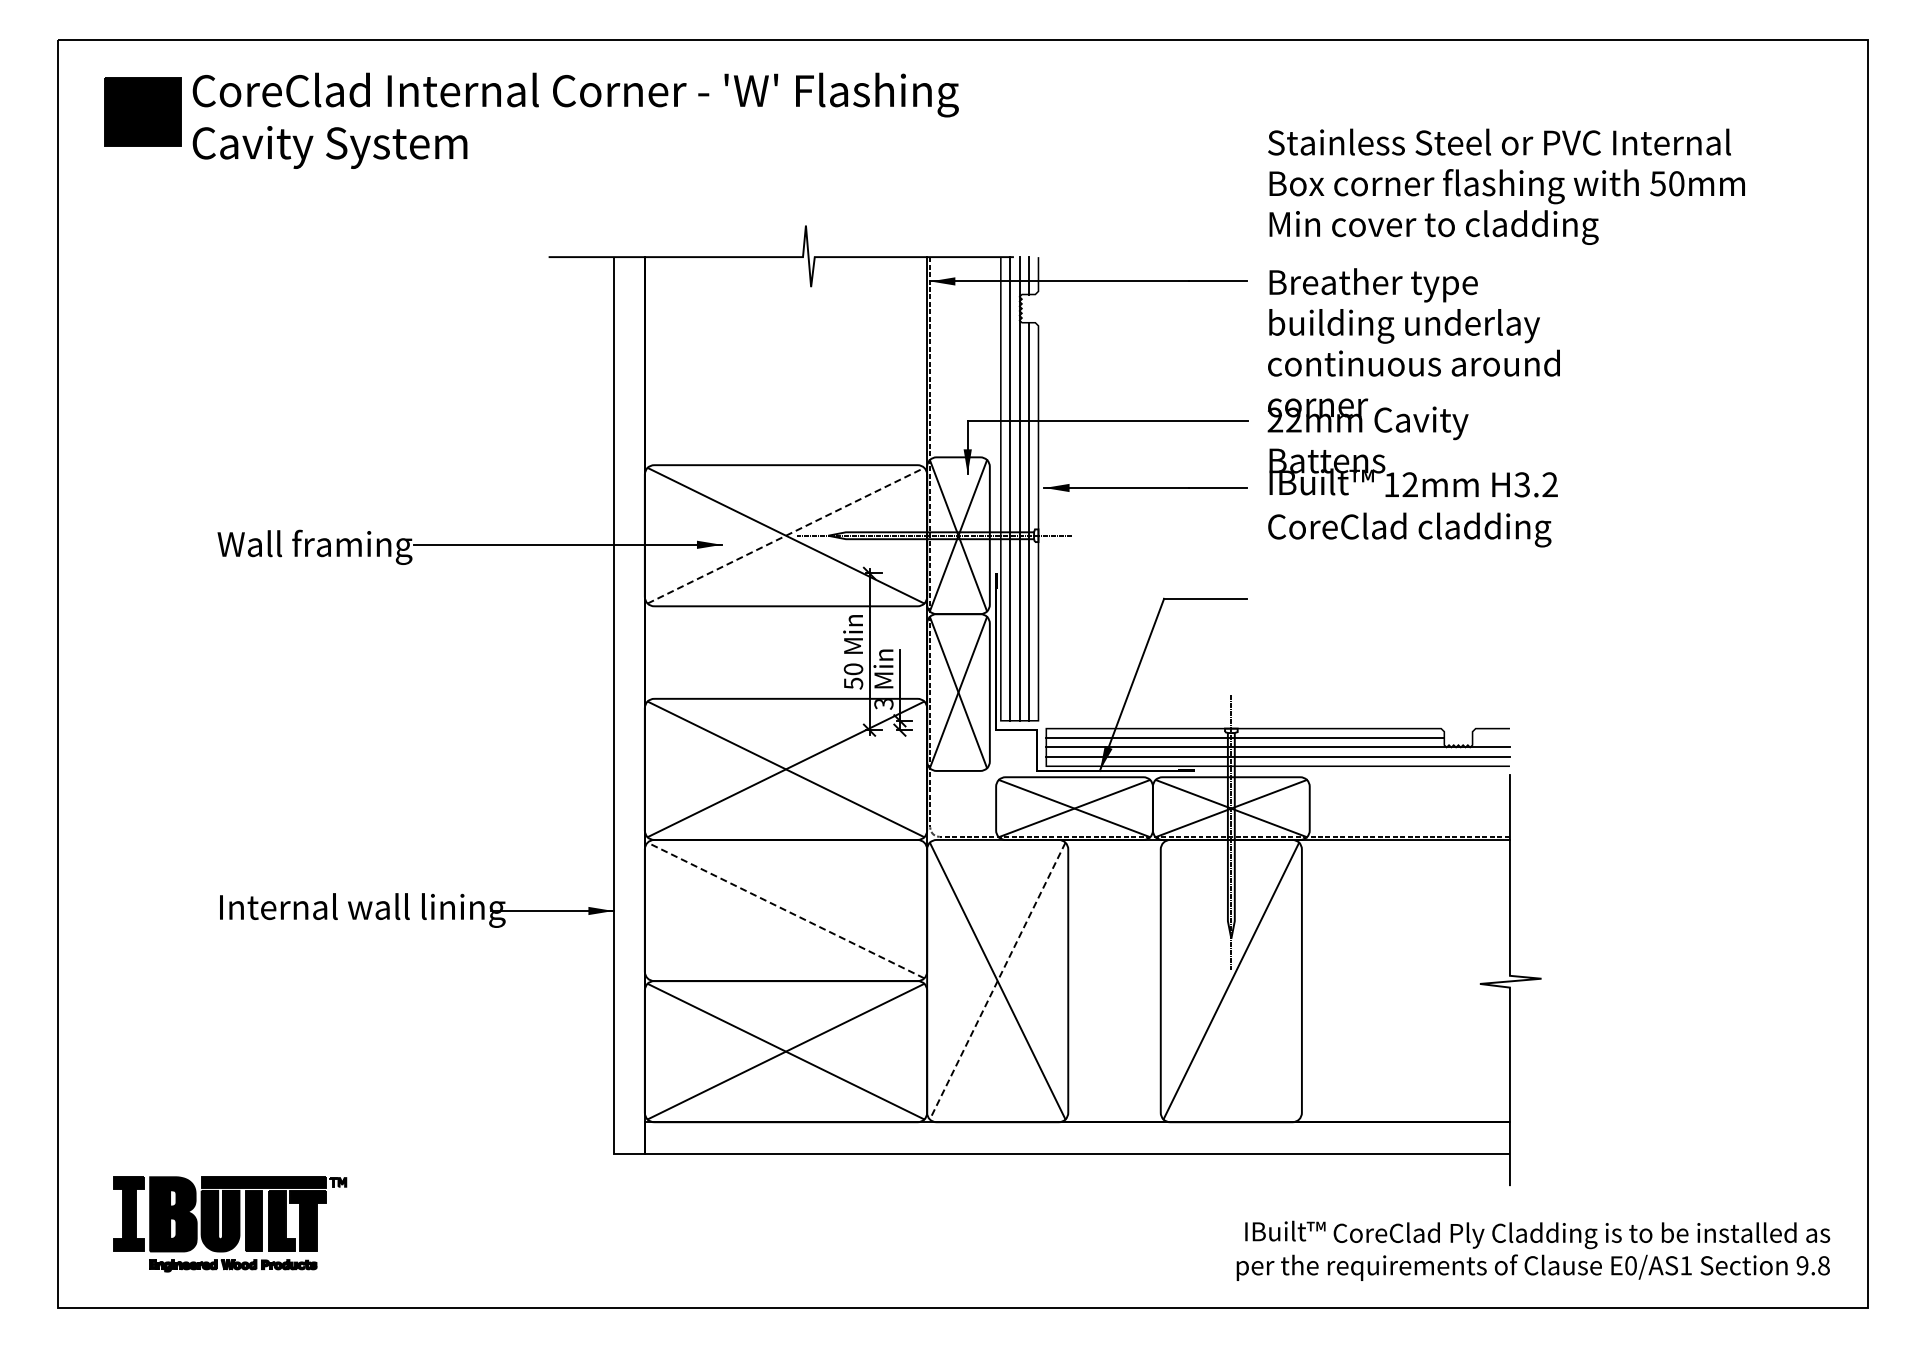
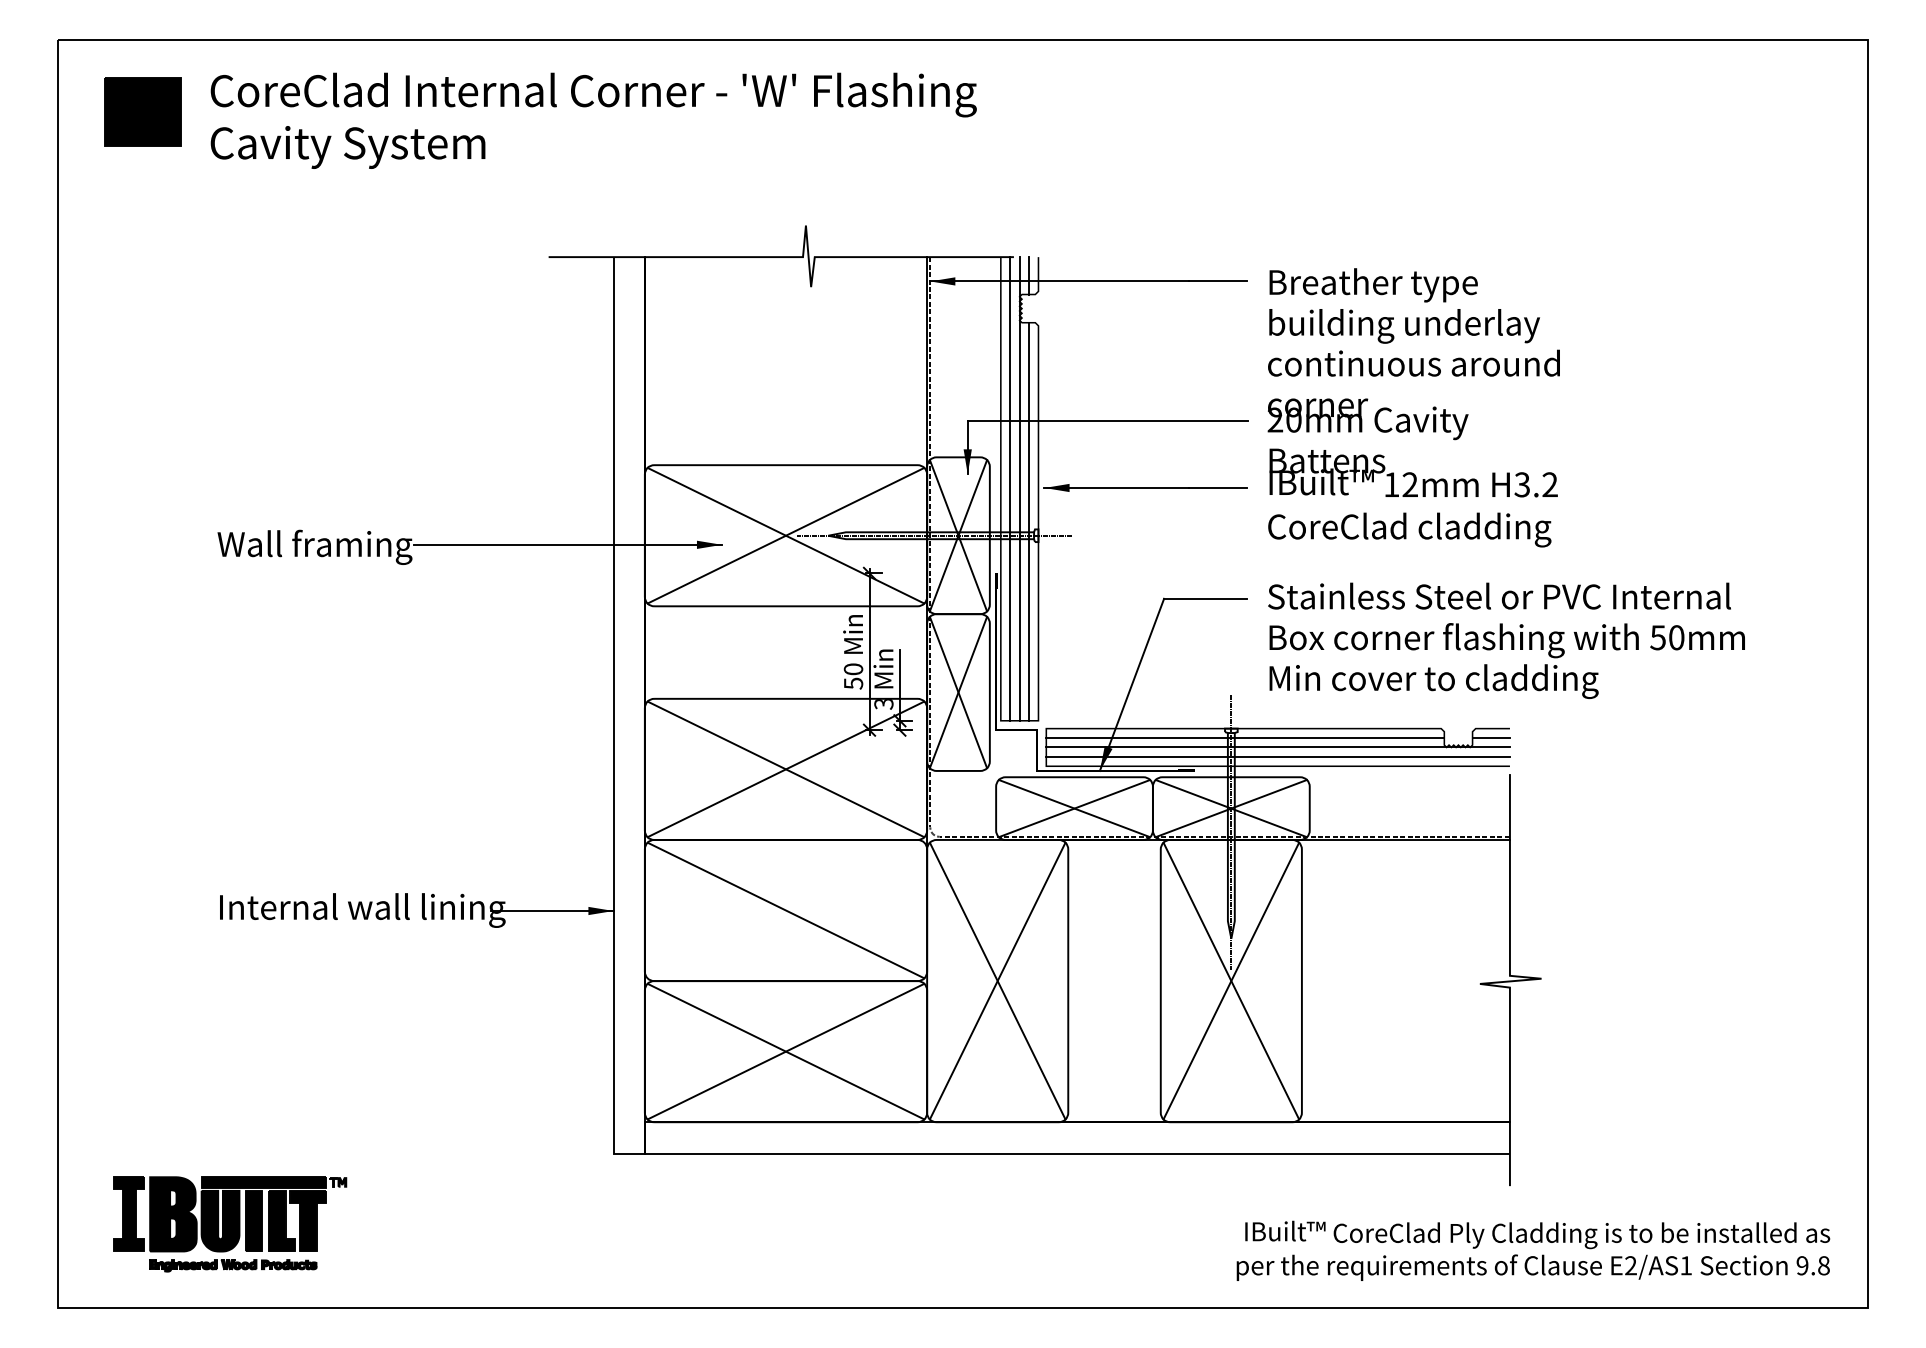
text at (575, 120) position: (575, 120) -> (593, 120)
text at (1506, 186) position: (1506, 186) -> (1506, 640)
text at (1293, 419): 22mm -> 20mm
line at (786, 535): dashed -> solid
line at (1490, 738): none -> present
line at (785, 910): dashed -> solid
line at (1231, 980): none -> present
line at (997, 981): dashed -> solid
text at (1630, 1265): E0/AS1 -> E2/AS1
